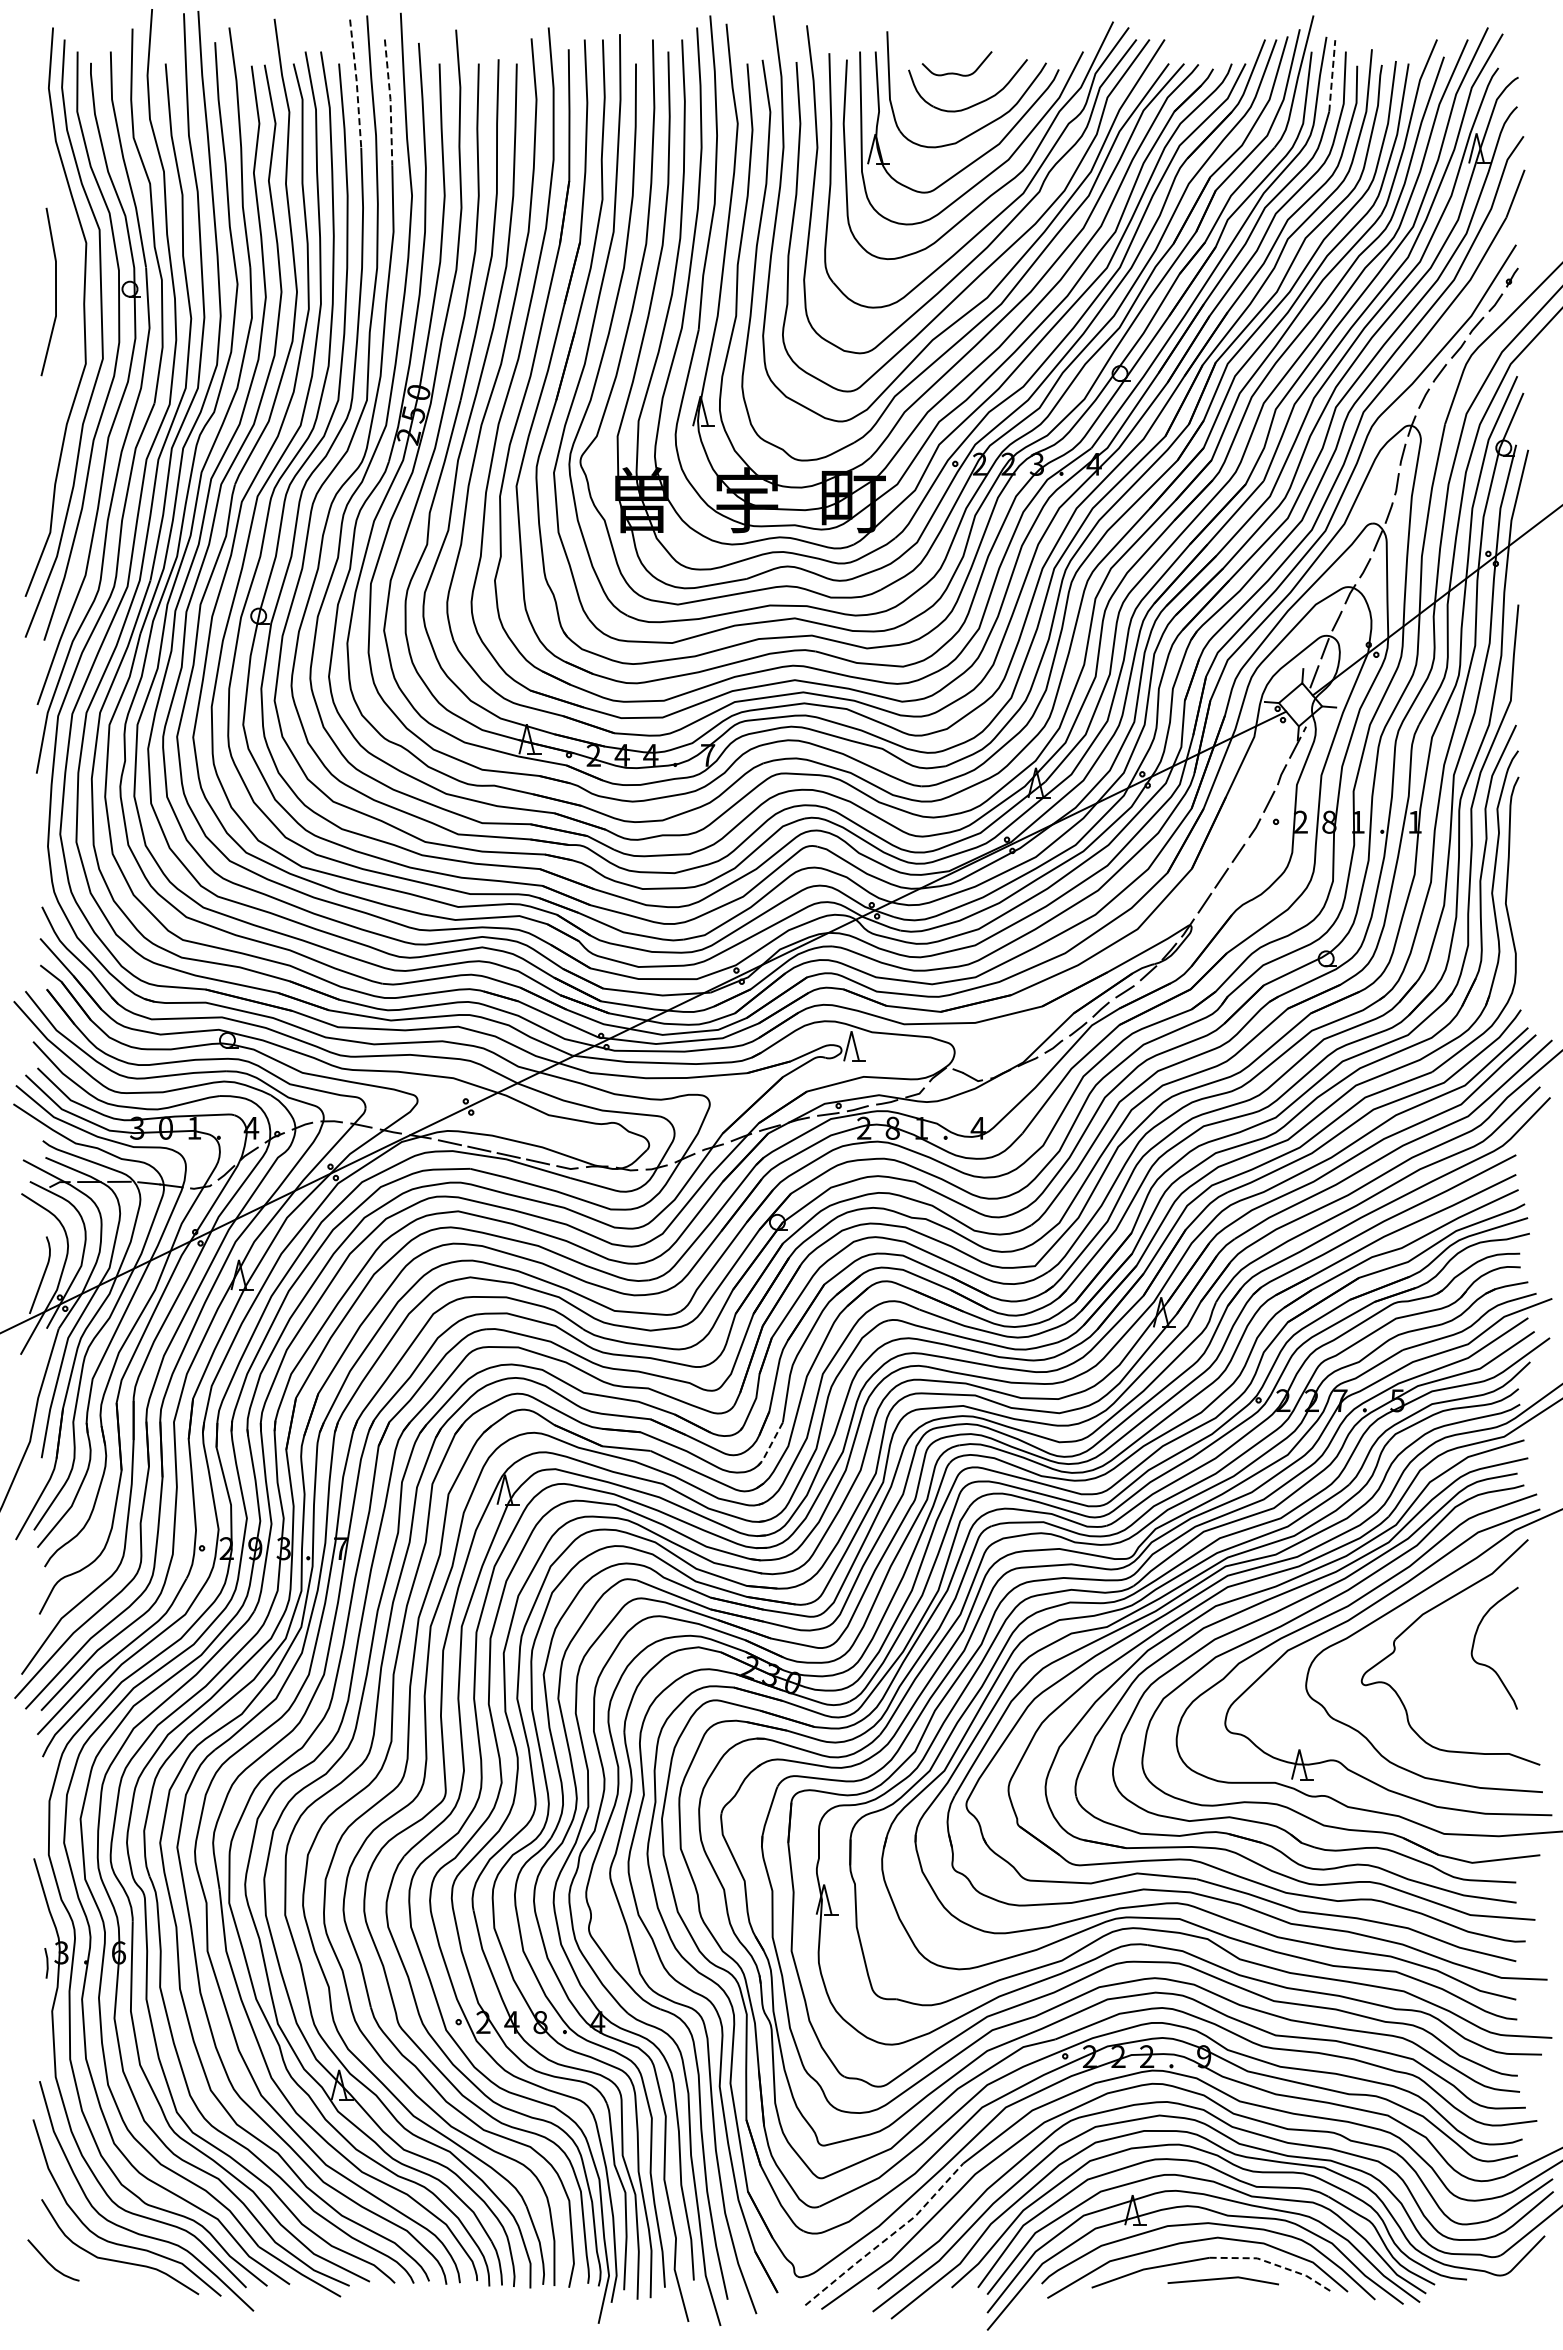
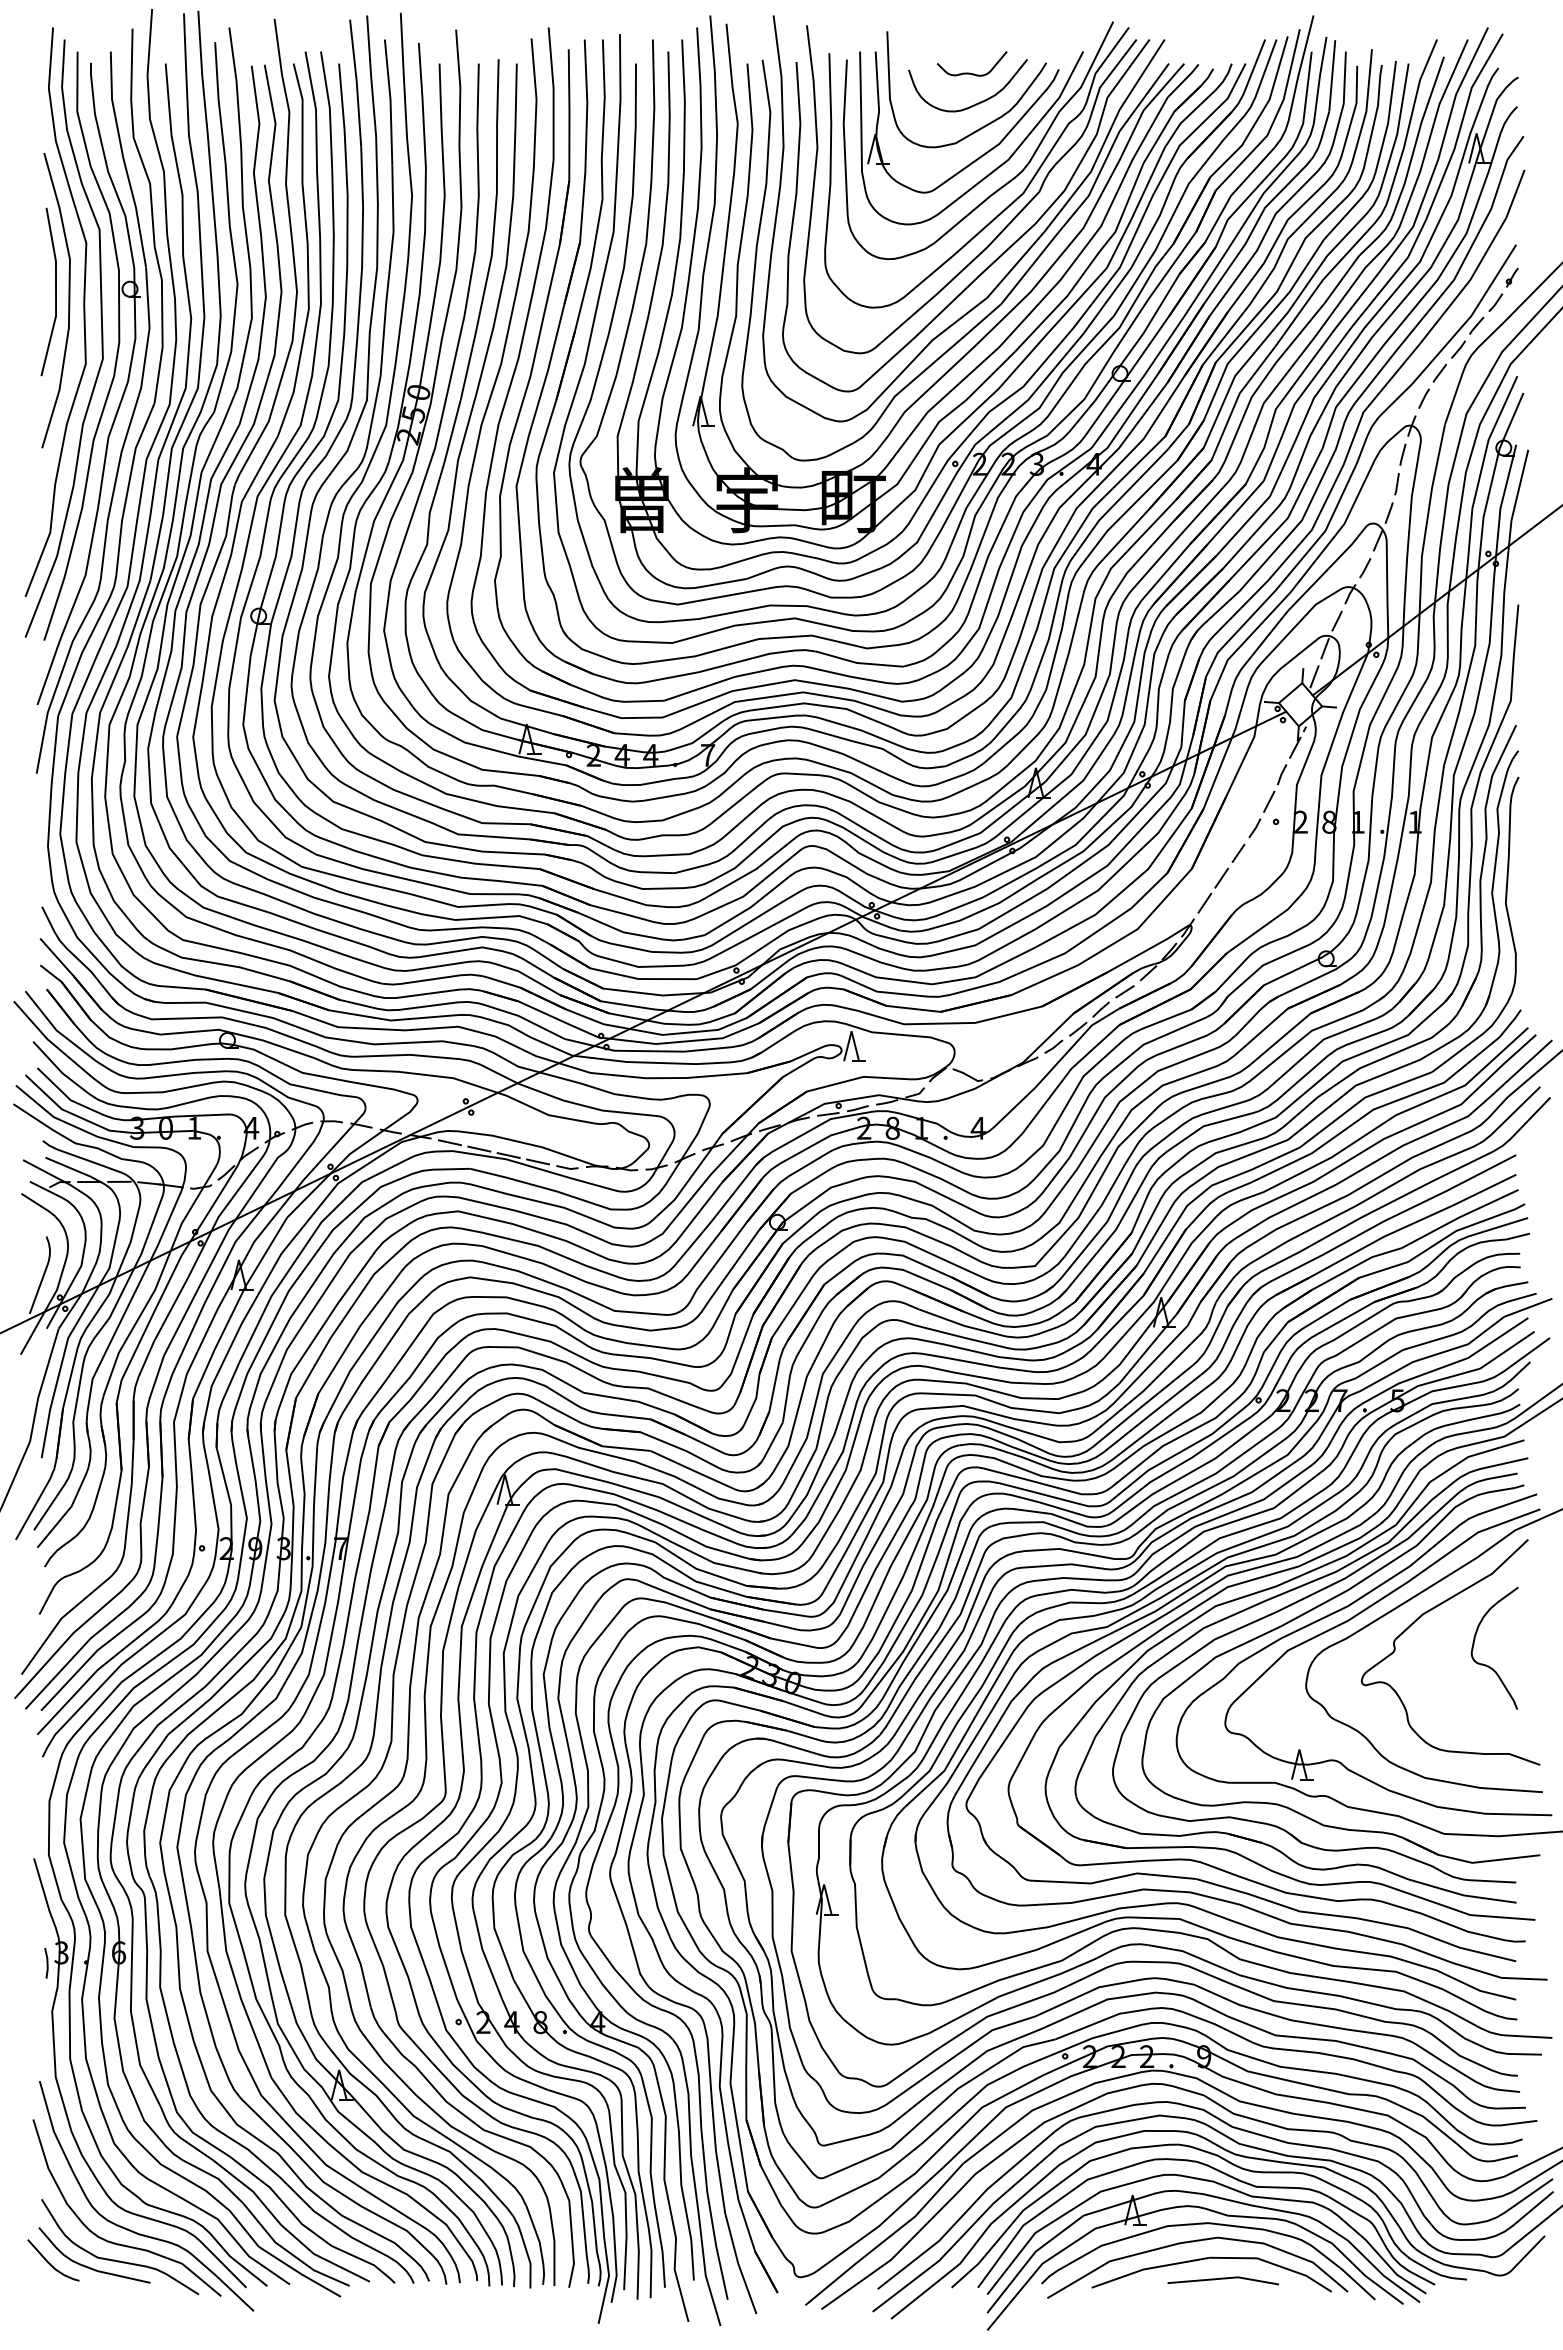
curve at (954, 72) position: (954, 72) -> (969, 72)
line at (1332, 75): dashed -> solid
line at (356, 82): dashed -> solid
line at (390, 101): dashed -> solid
curve at (68, 300): none -> present
line at (770, 1446): dashed -> solid
line at (887, 2238): dashed -> solid
line at (1273, 2264): dashed -> solid
curve at (91, 2267): none -> present
